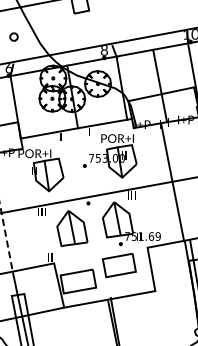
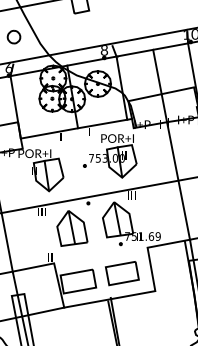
part at (13, 36) size: 10x10 px -> 16x16 px
line at (172, 182) position: (172, 182) -> (178, 181)
line at (6, 239): dashed -> solid
part at (119, 265) position: (119, 265) -> (122, 273)
